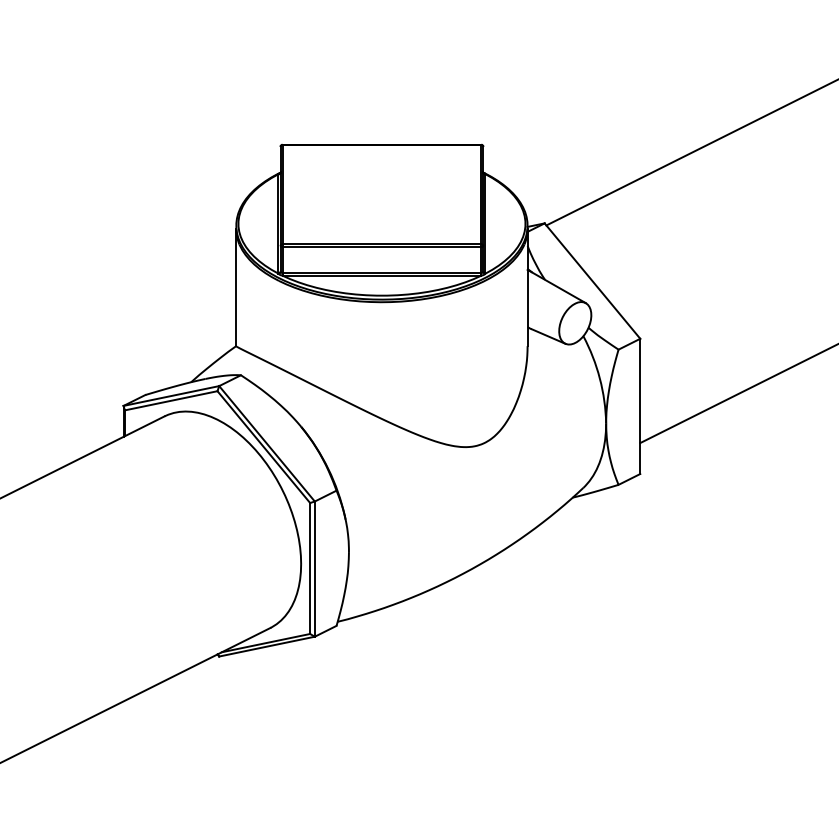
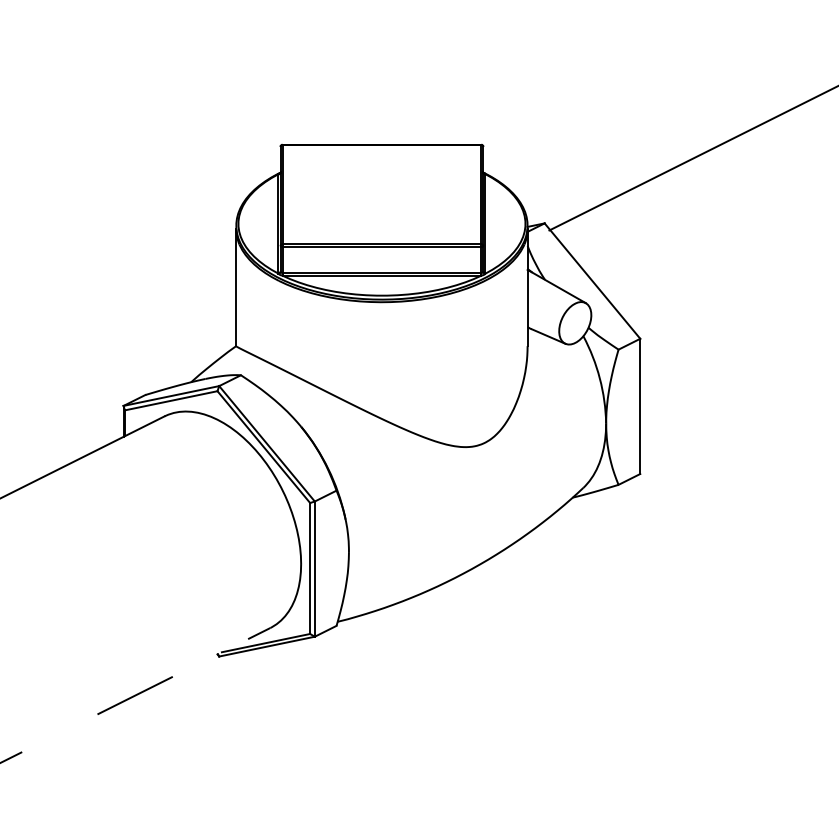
line at (690, 152) position: (690, 152) -> (692, 158)
line at (737, 394): present -> none
line at (135, 695): solid -> dashed
